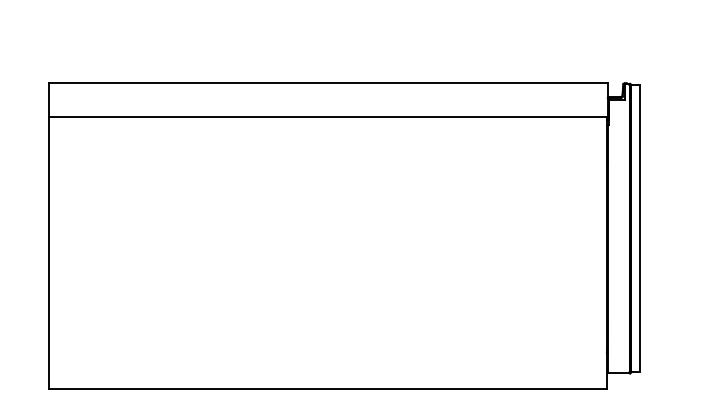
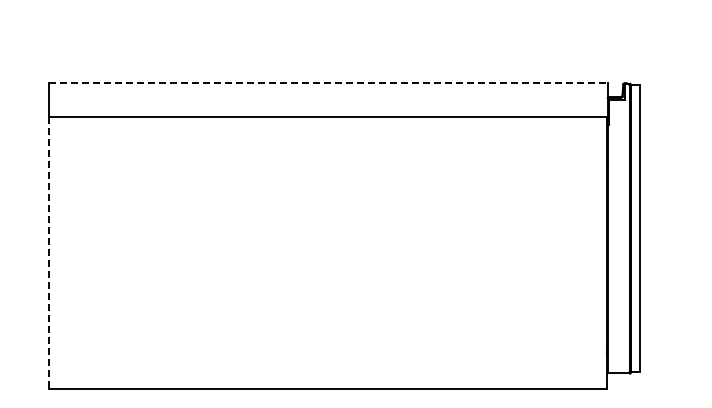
line at (328, 82): solid -> dashed
line at (48, 253): solid -> dashed
